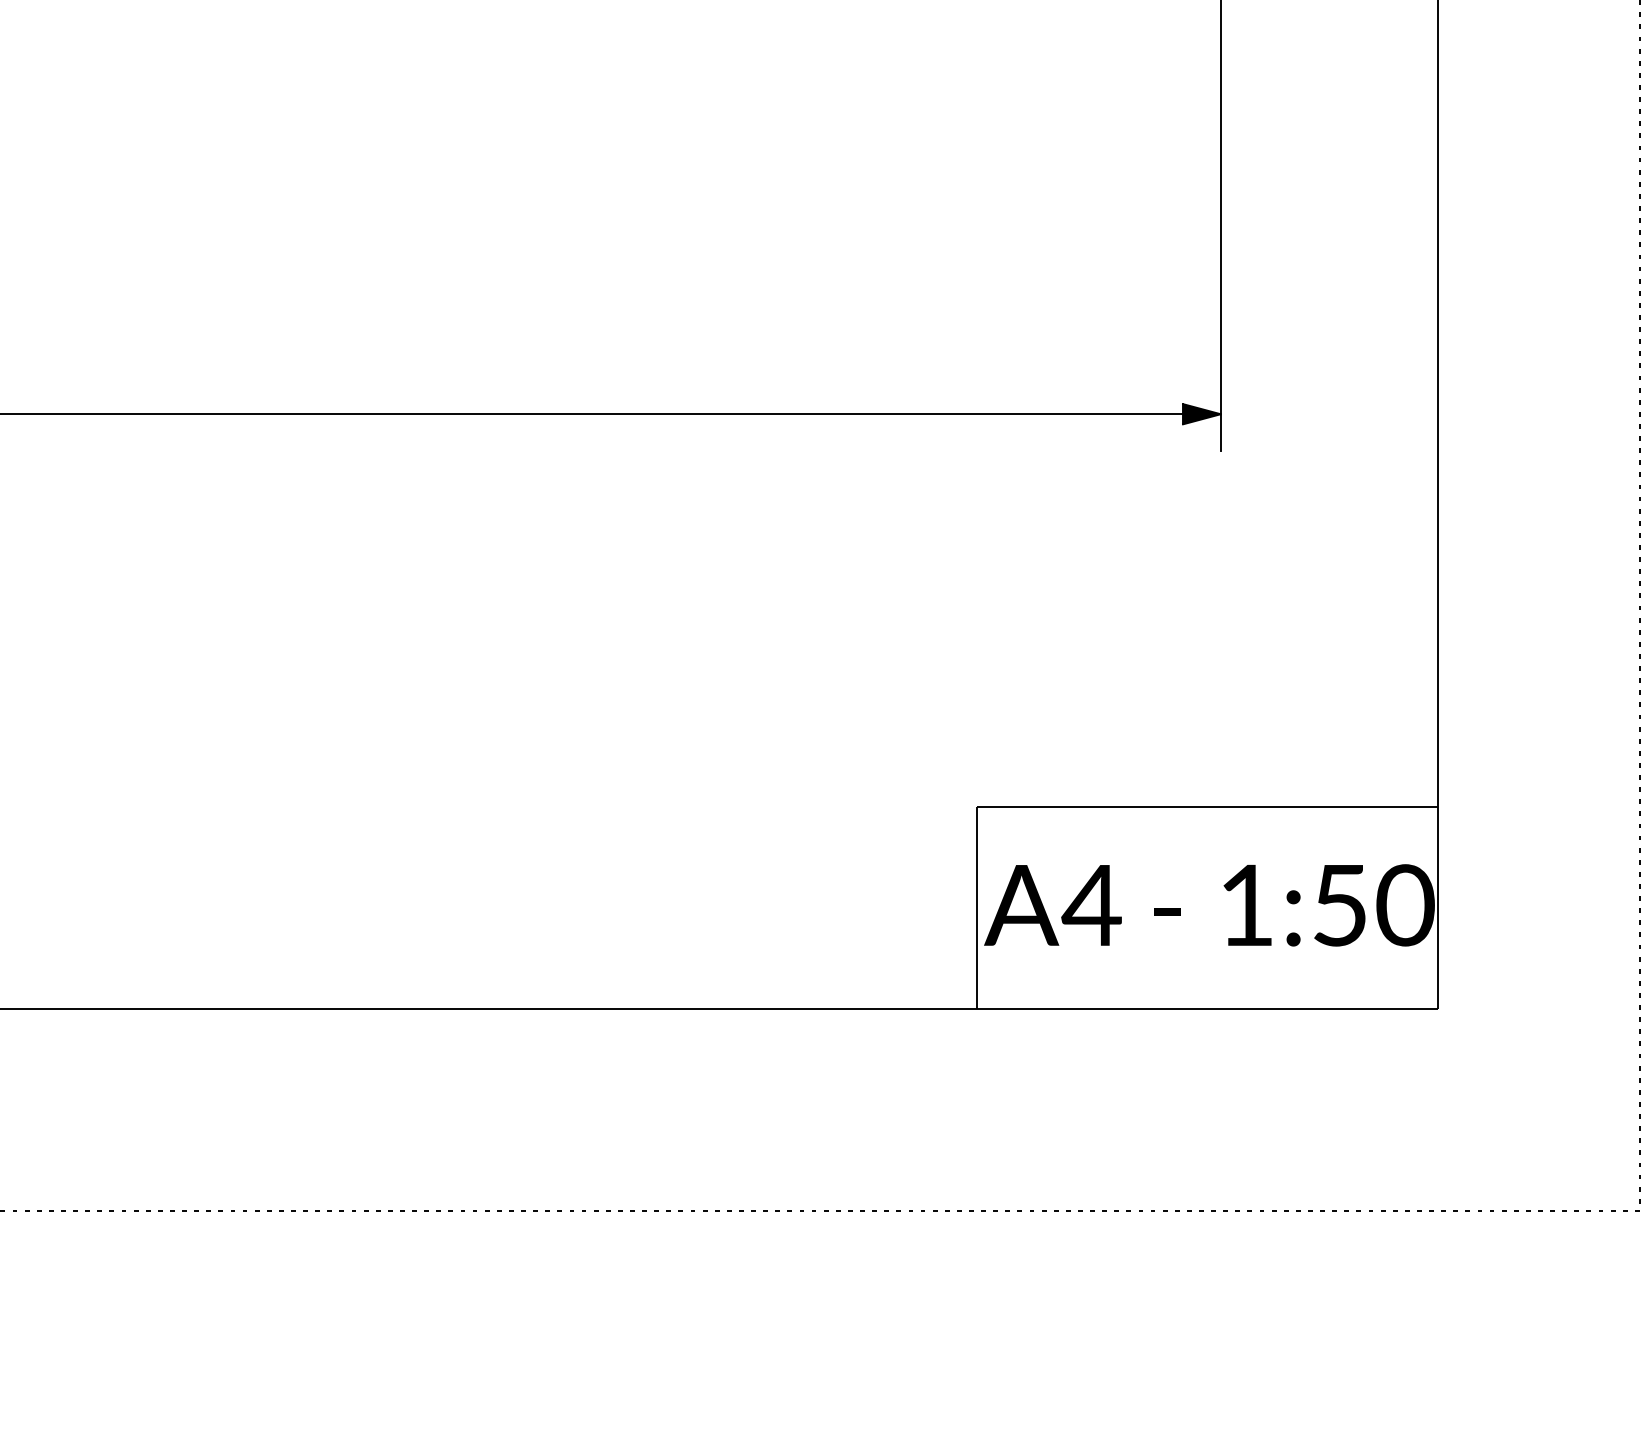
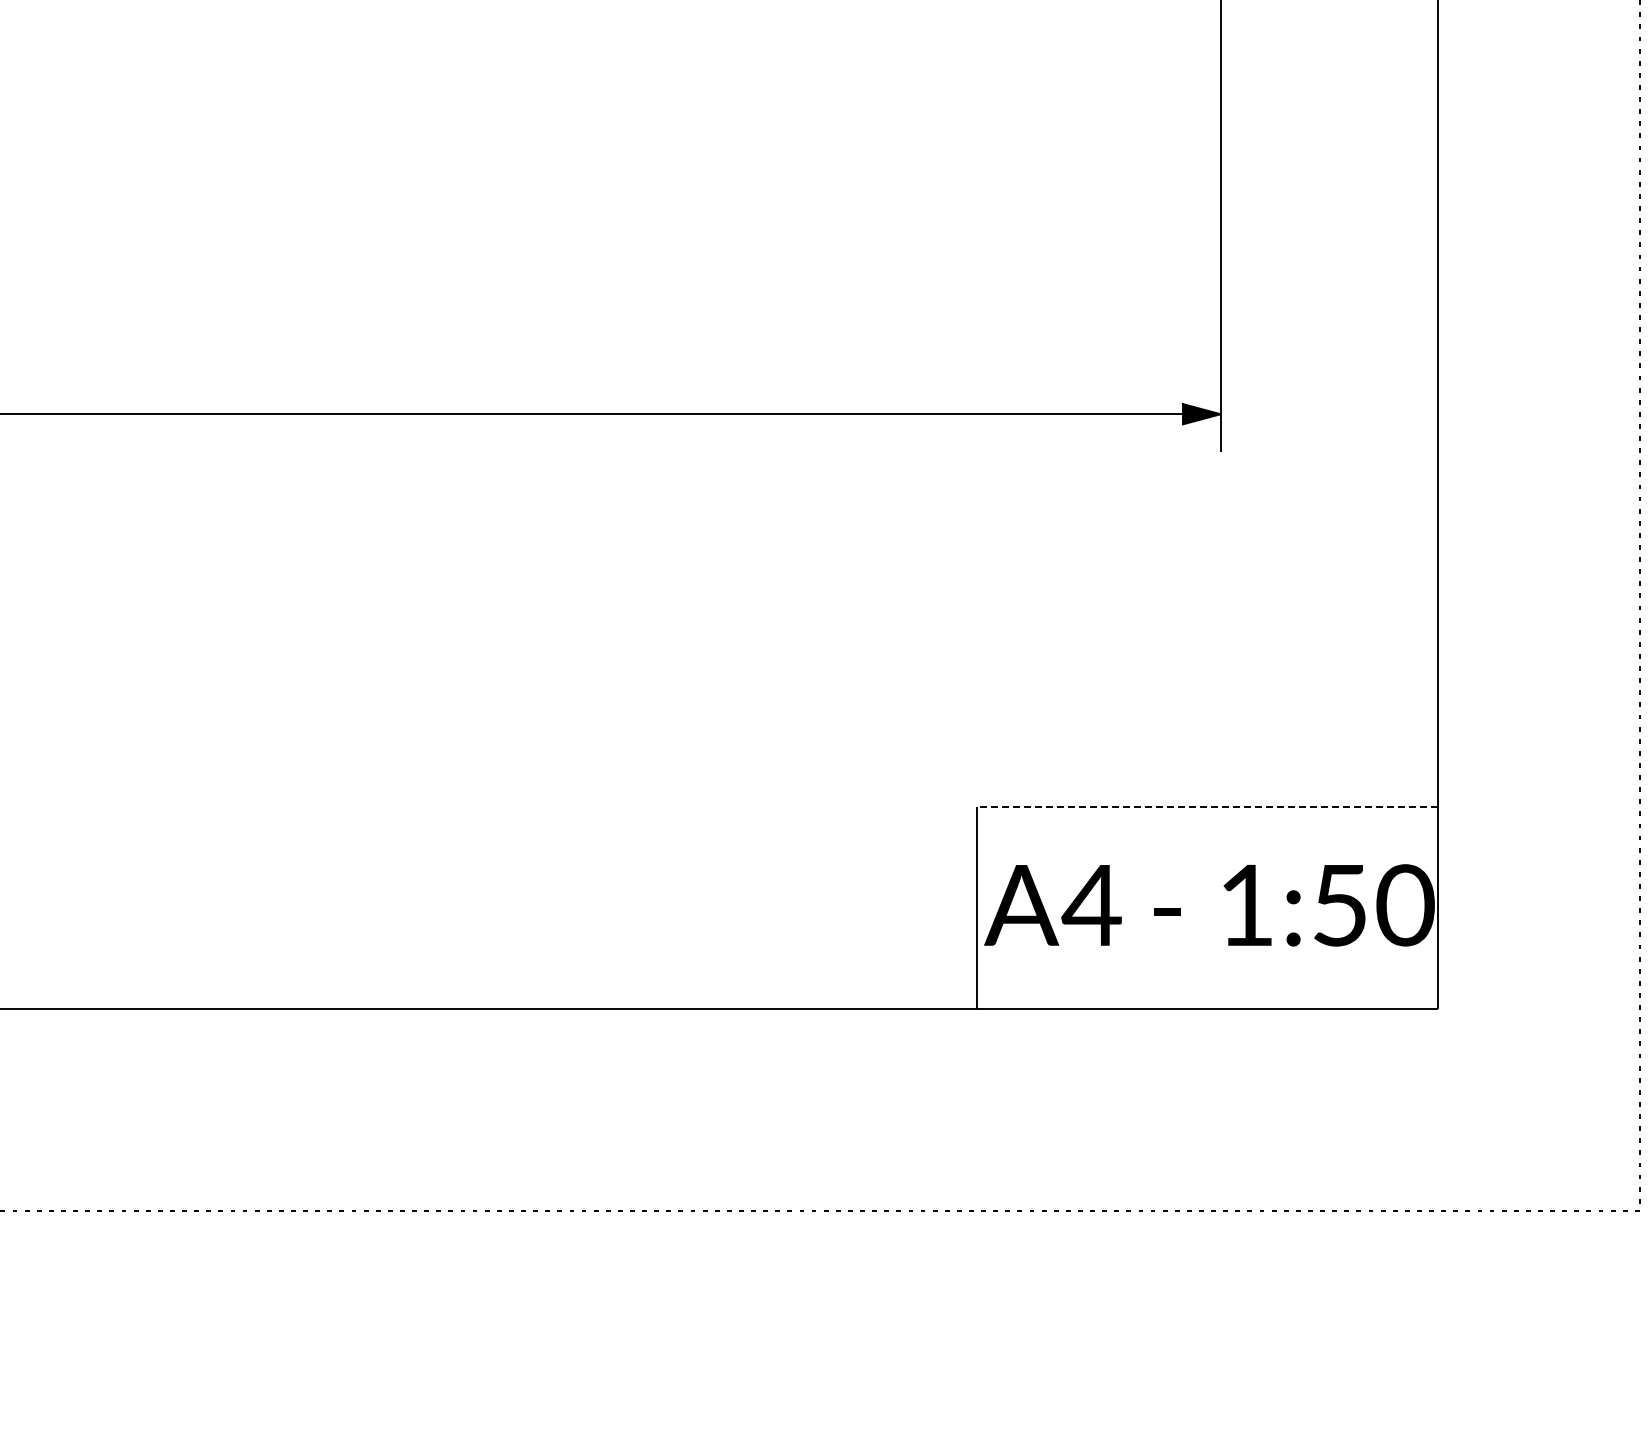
line at (1207, 807): solid -> dashed
